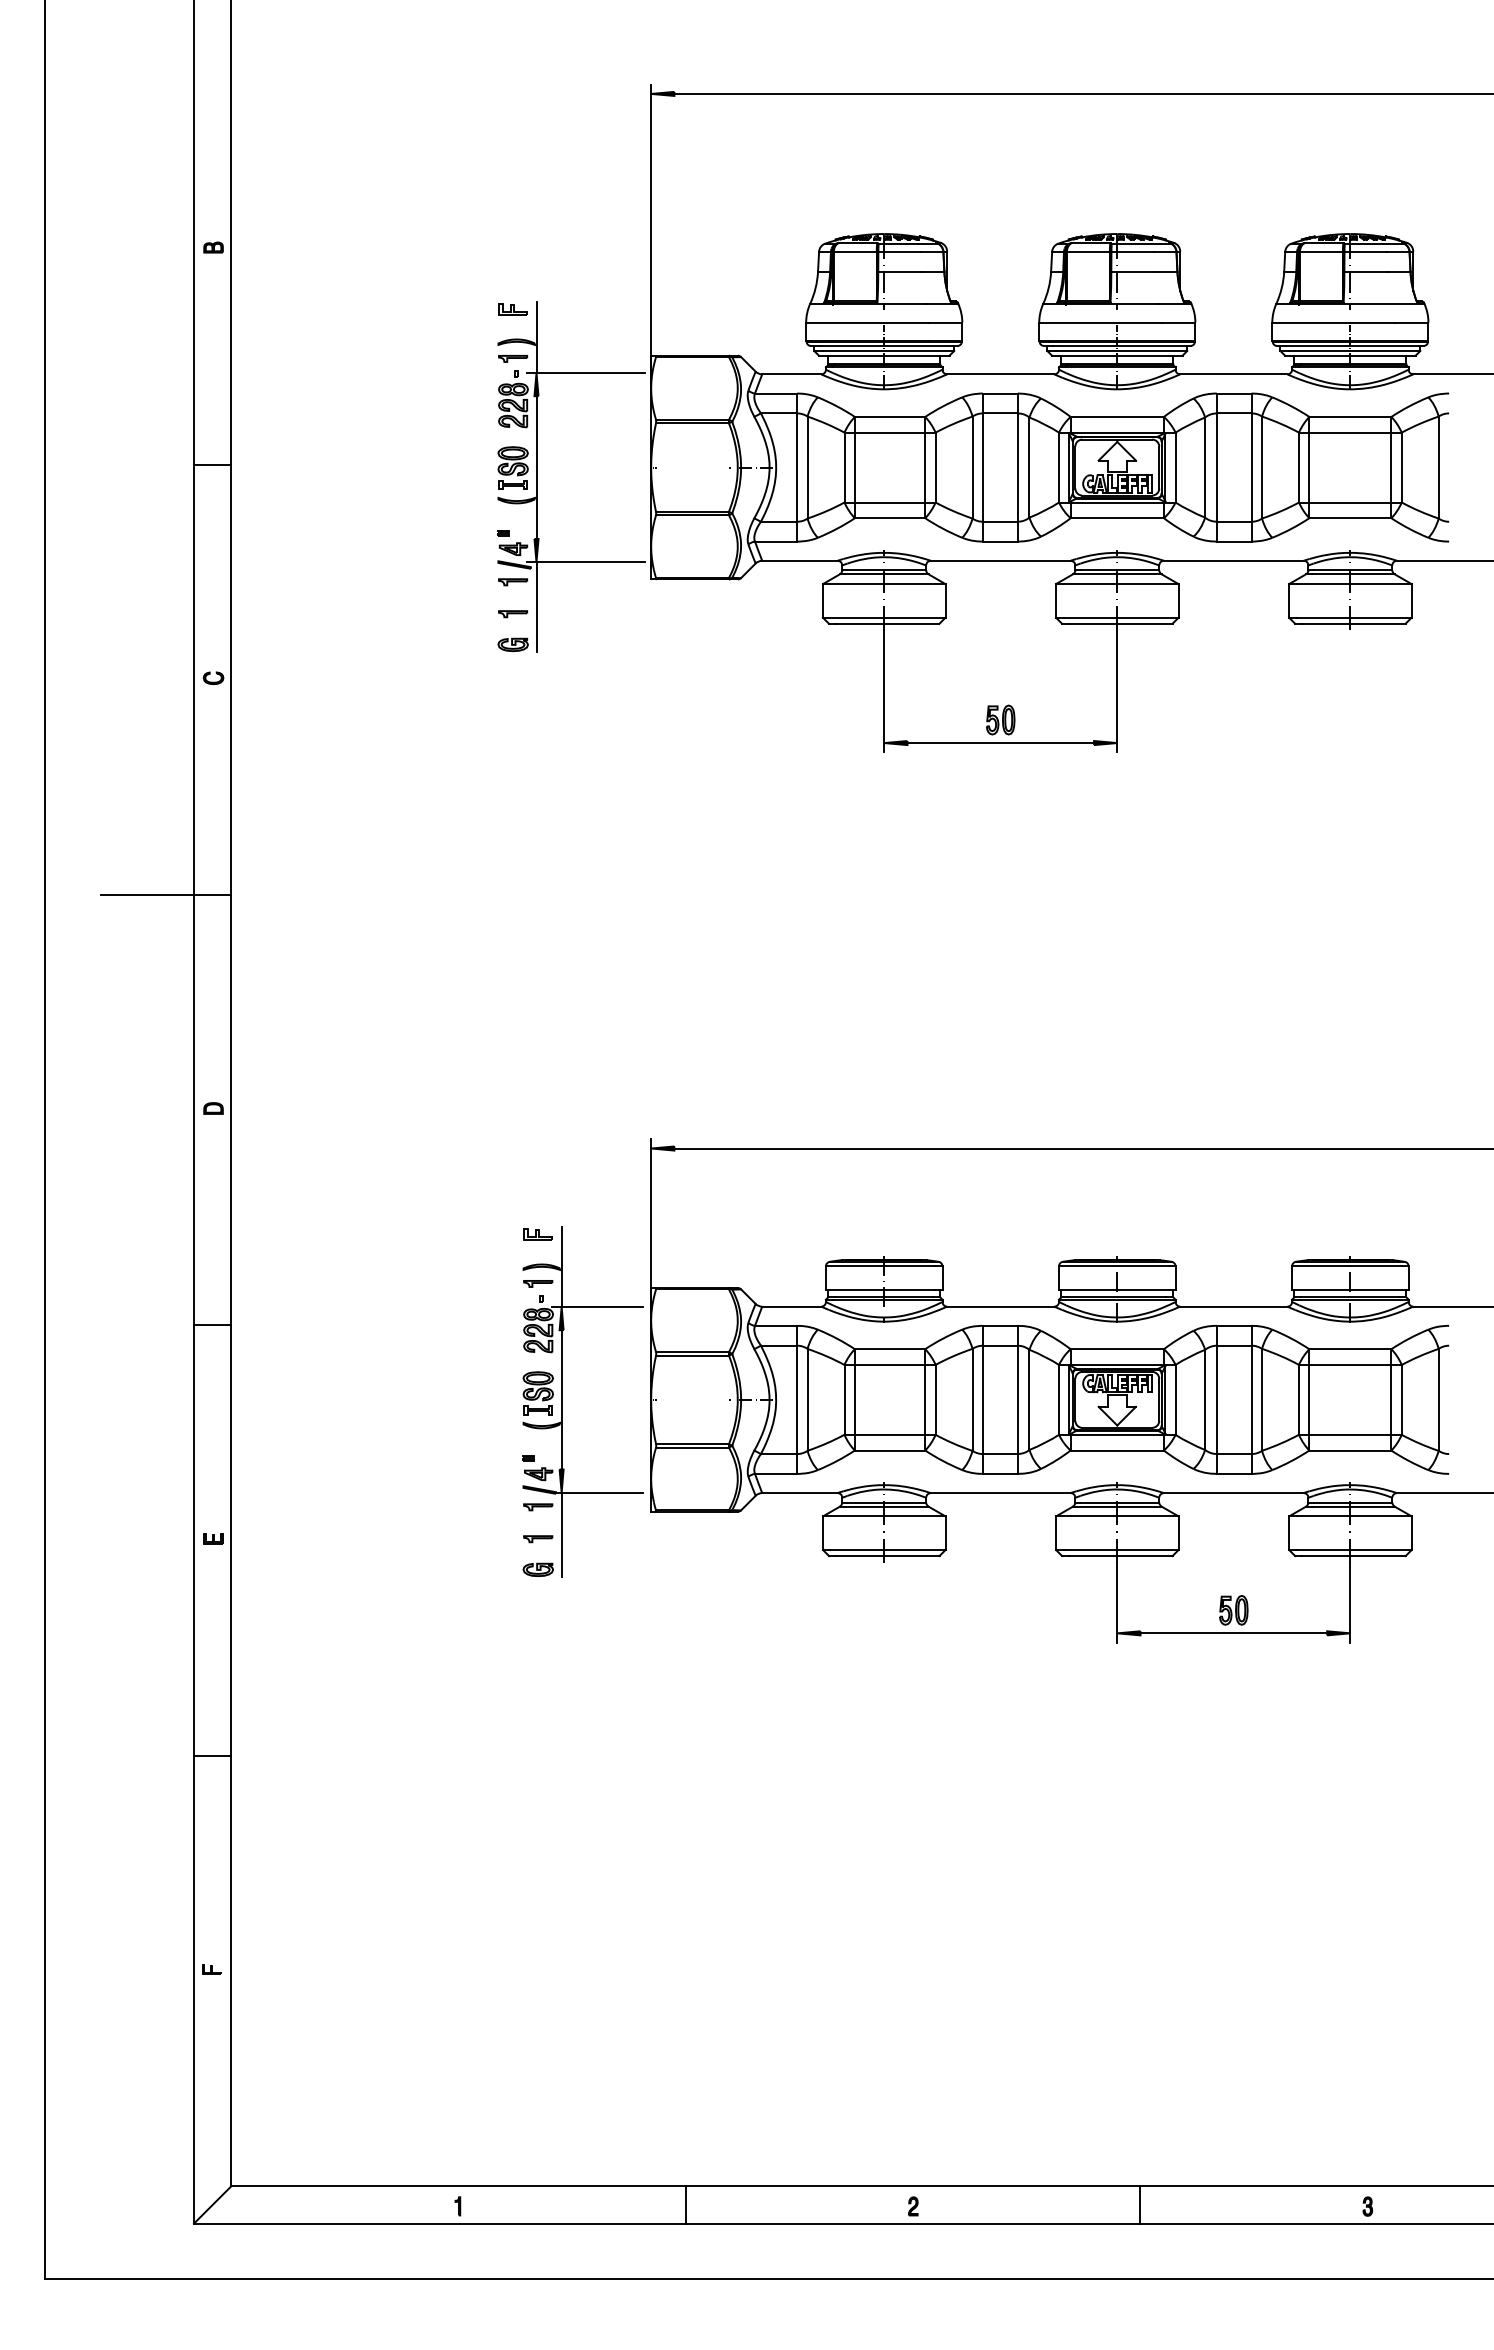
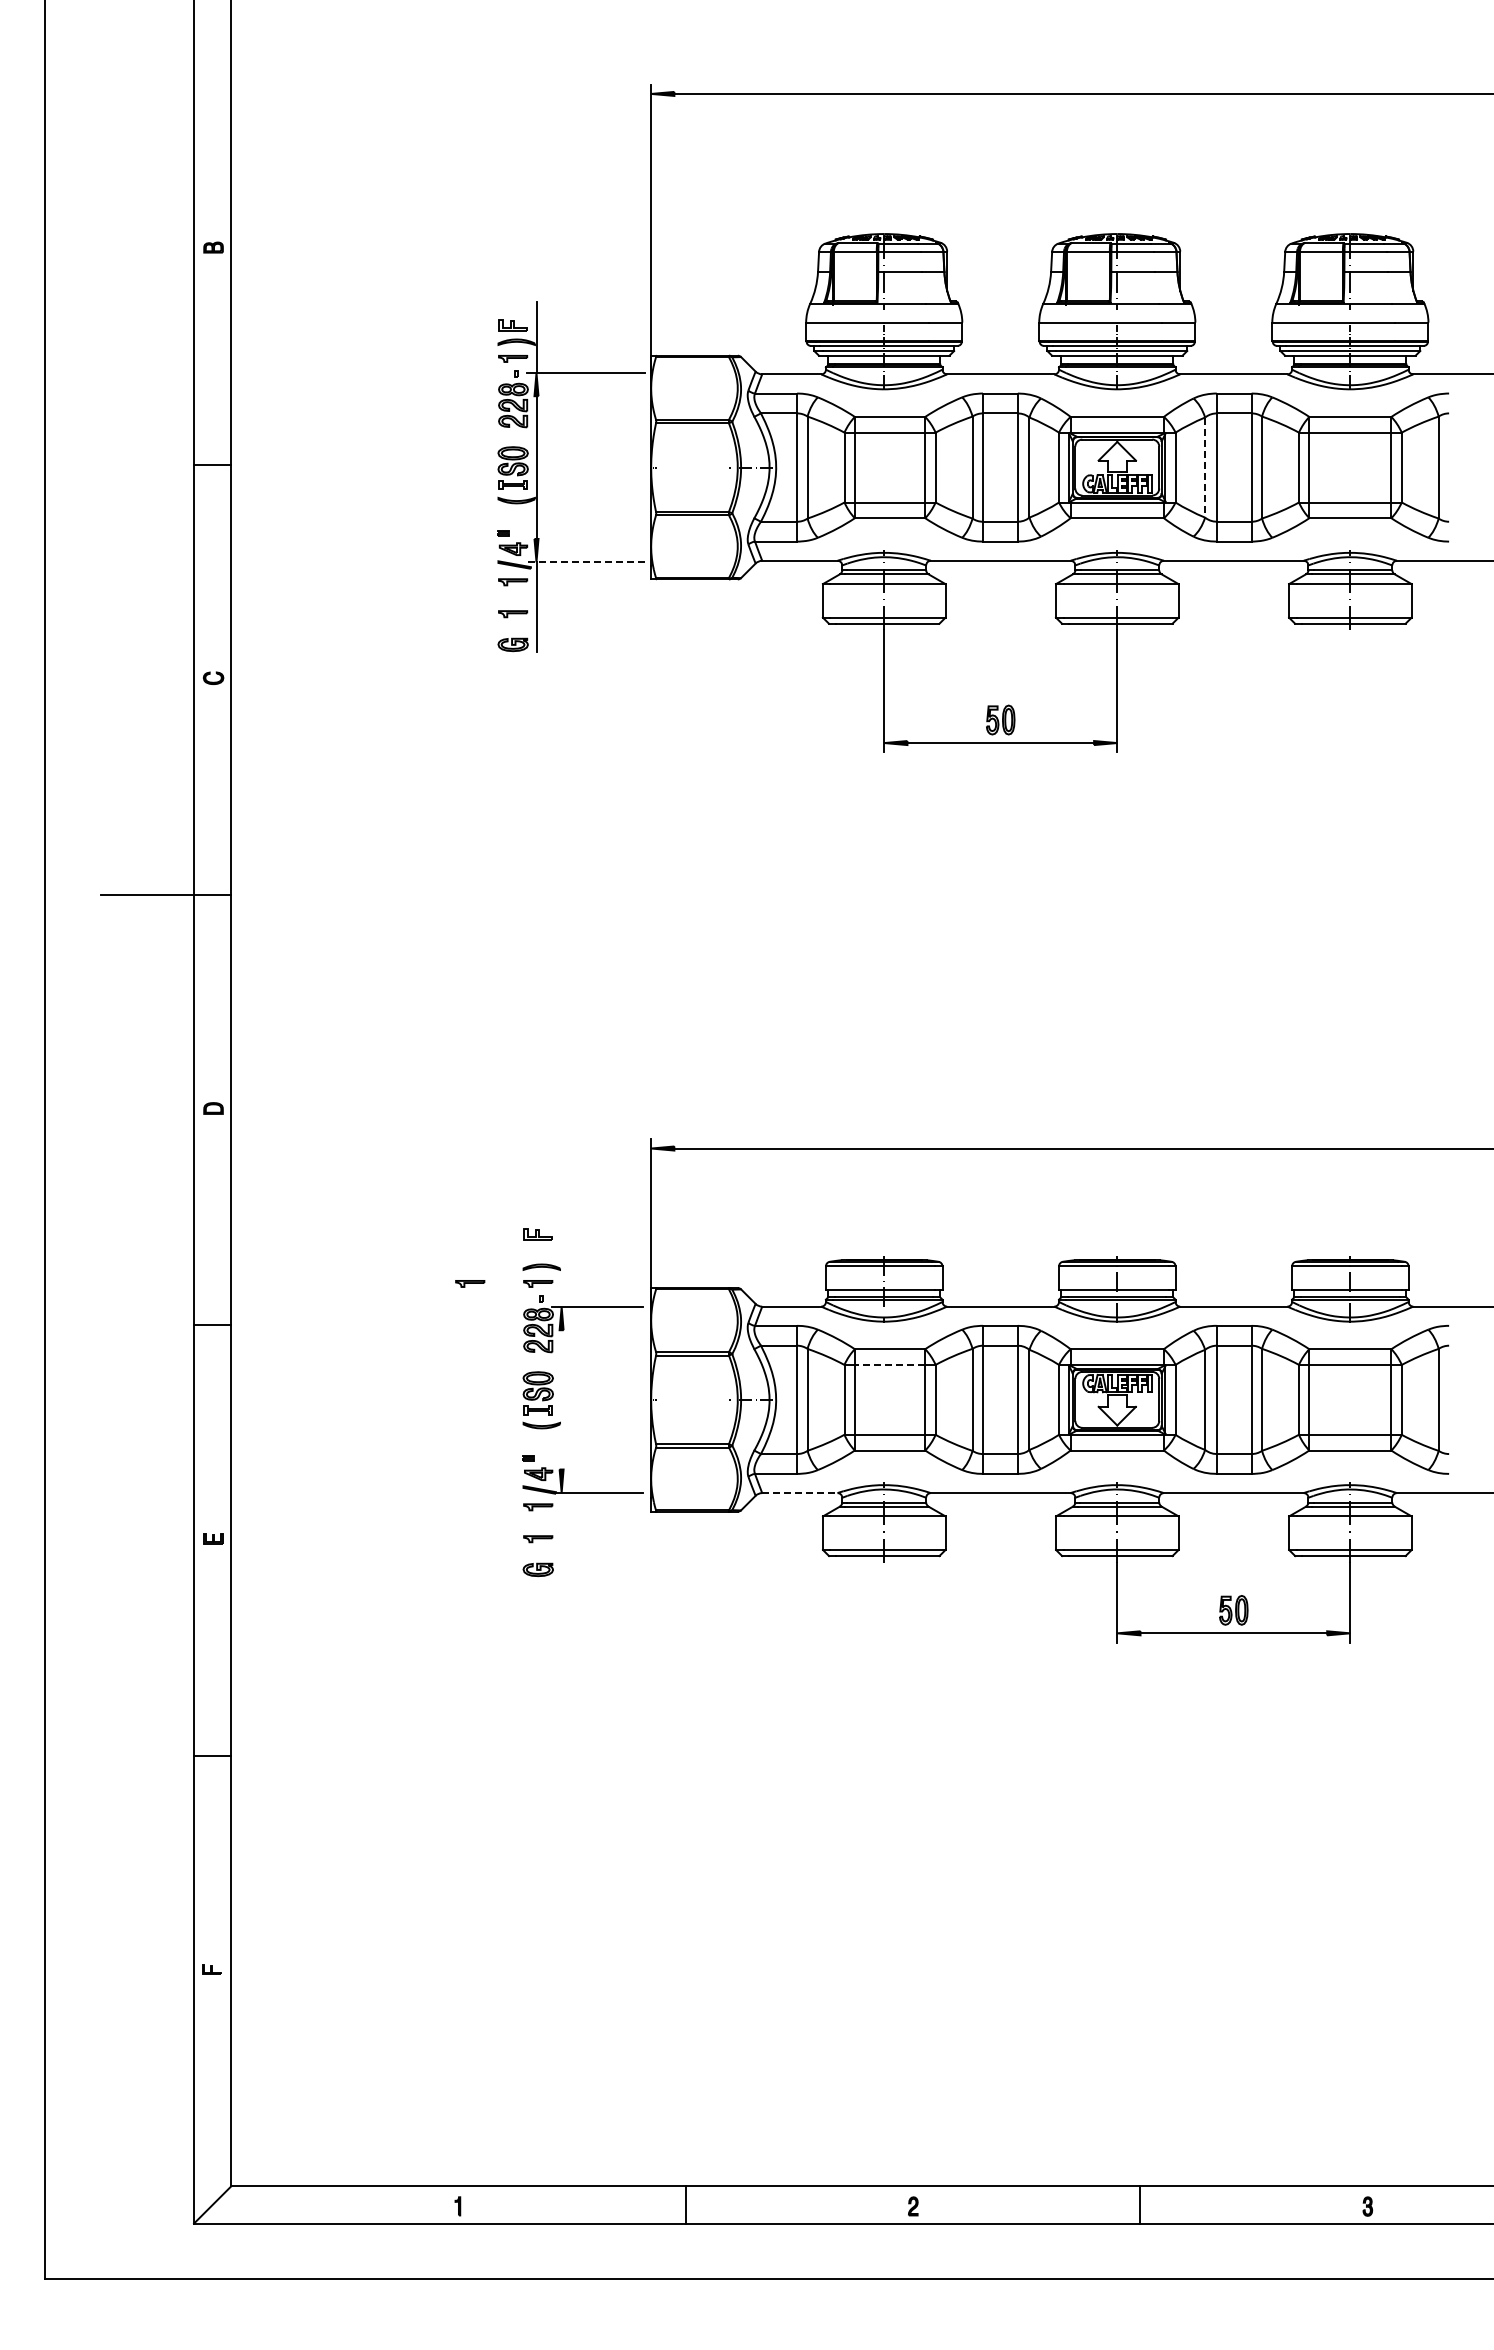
part at (512, 309) position: (512, 309) -> (512, 325)
line at (1205, 468): solid -> dashed
line at (586, 562): solid -> dashed
line at (561, 1266): present -> none
part at (470, 1283): none -> present
line at (889, 1364): solid -> dashed
line at (561, 1399): present -> none
line at (799, 1493): solid -> dashed
line at (561, 1534): present -> none
